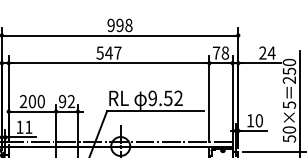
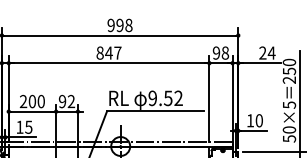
text at (99, 52): 547 -> 847
text at (216, 52): 78 -> 98
text at (28, 126): 11 -> 15
